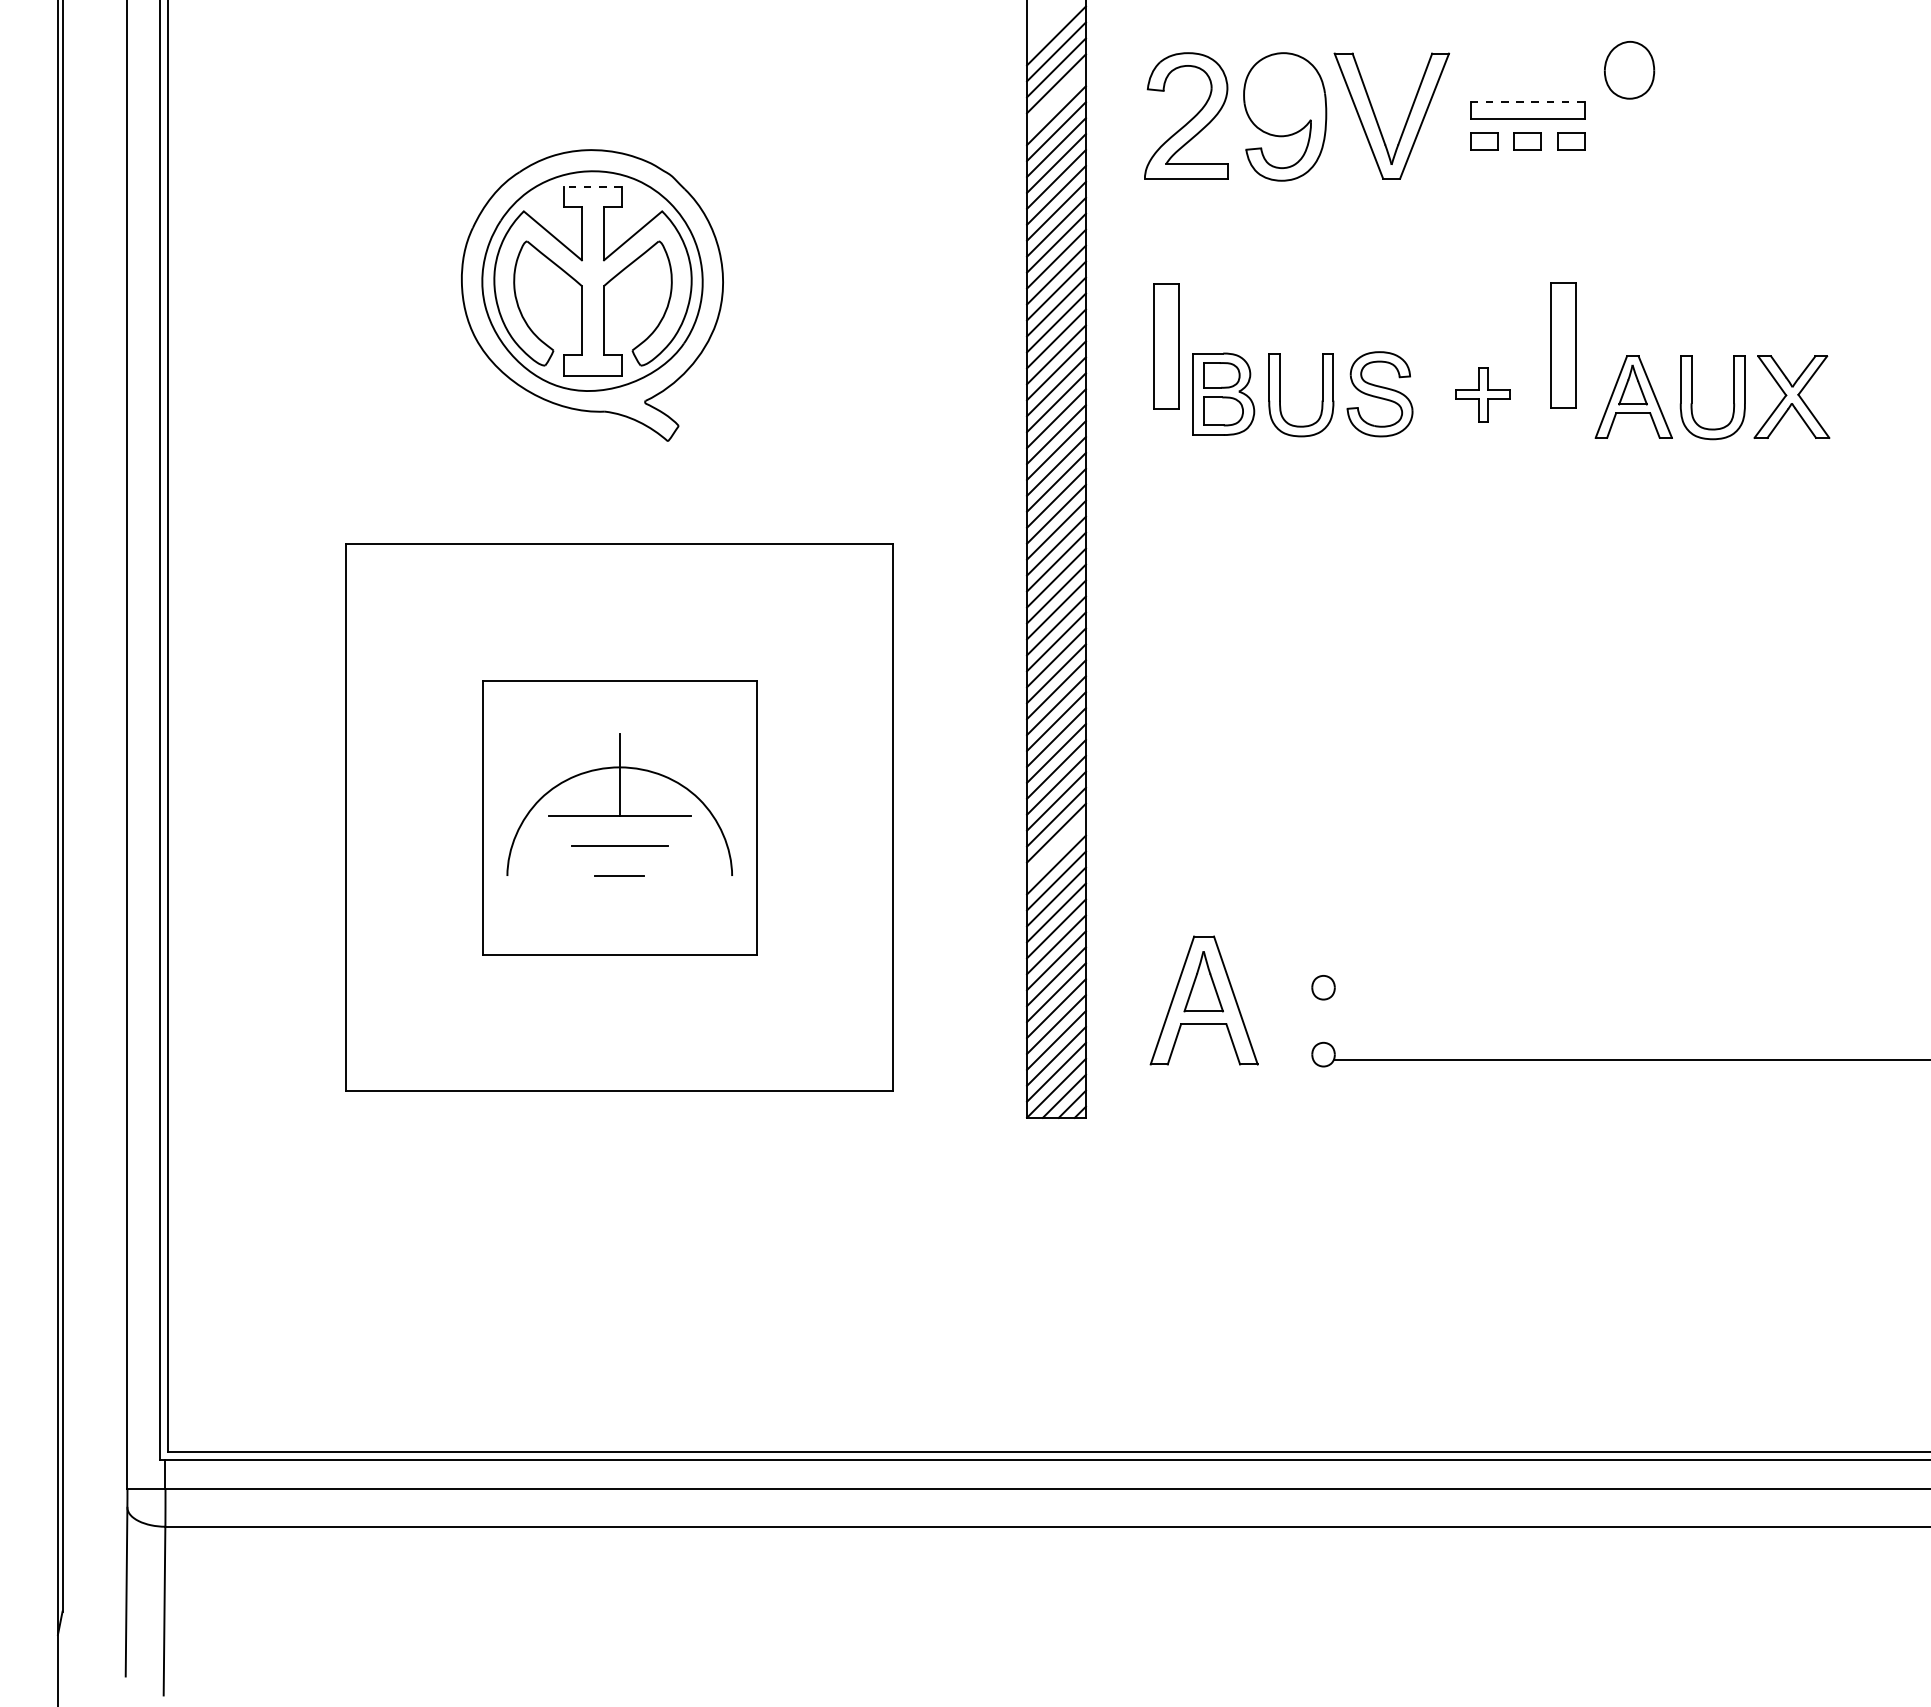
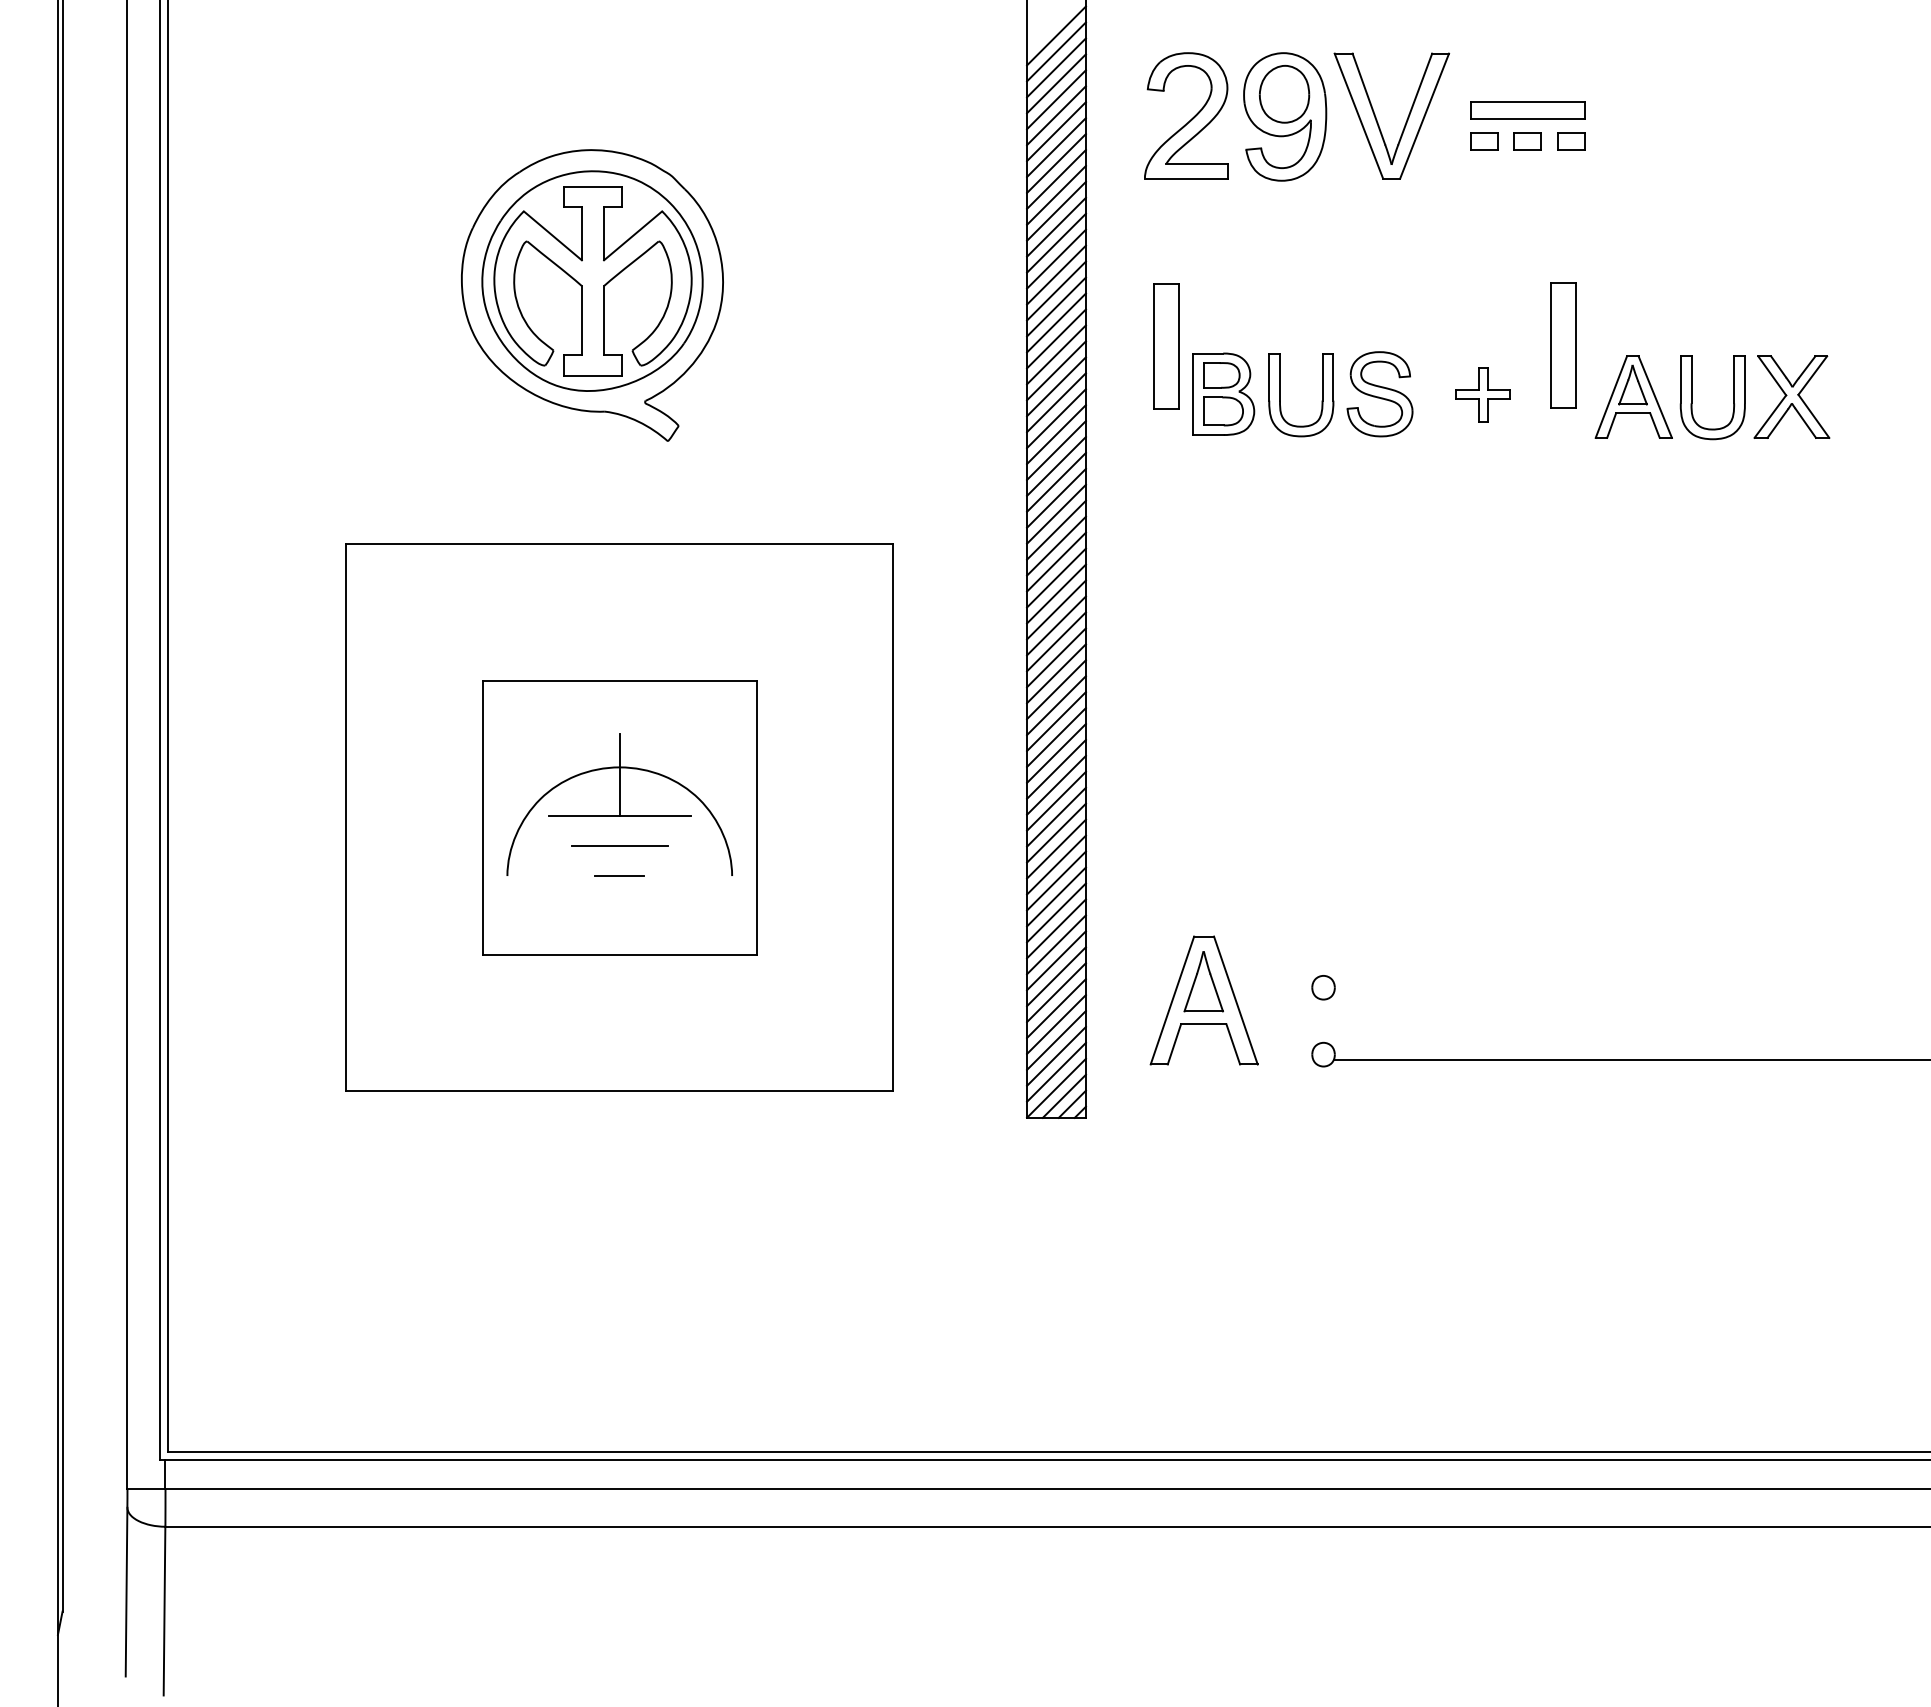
part at (1629, 70) position: (1629, 70) -> (1284, 94)
line at (1056, 99): none -> present
line at (1528, 102): dashed -> solid
line at (593, 186): dashed -> solid
line at (1056, 848): none -> present
